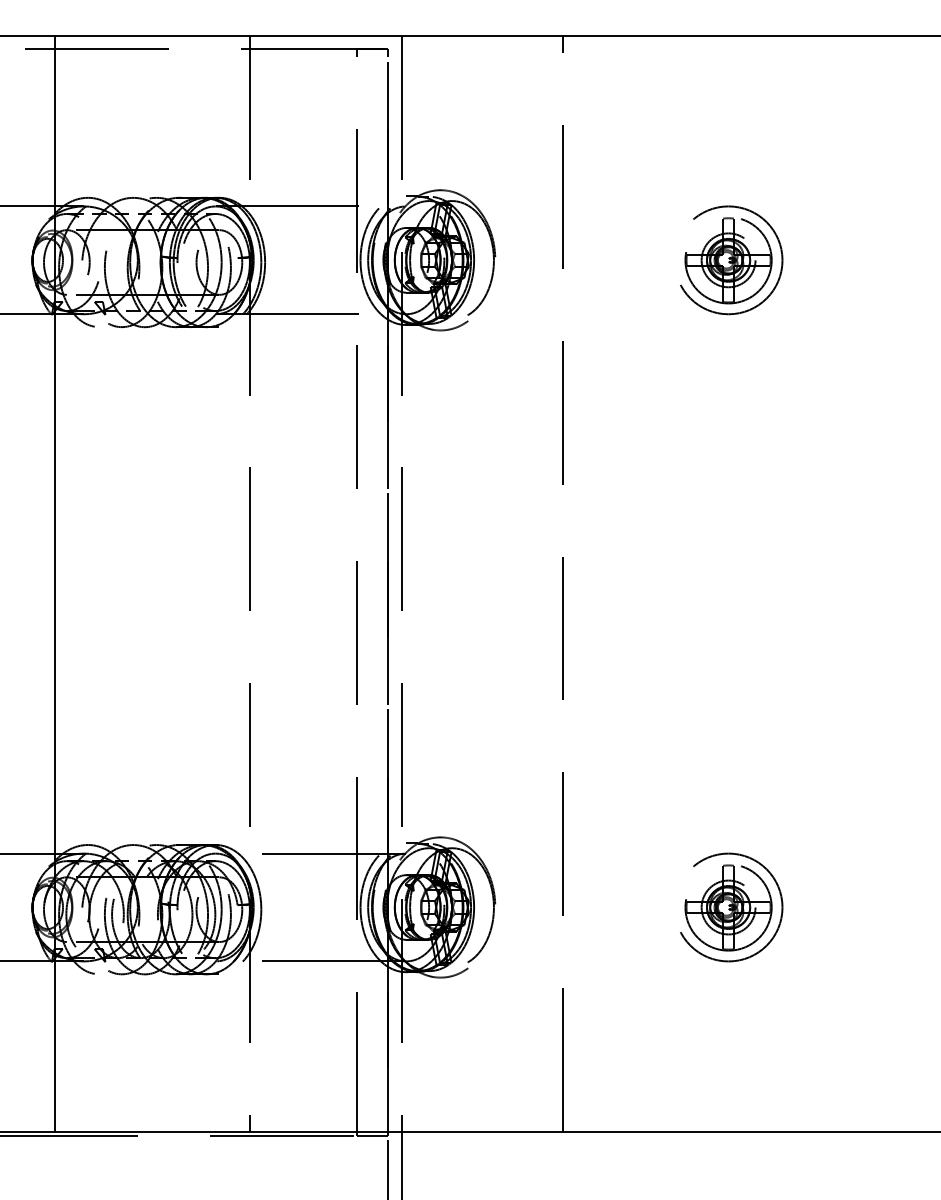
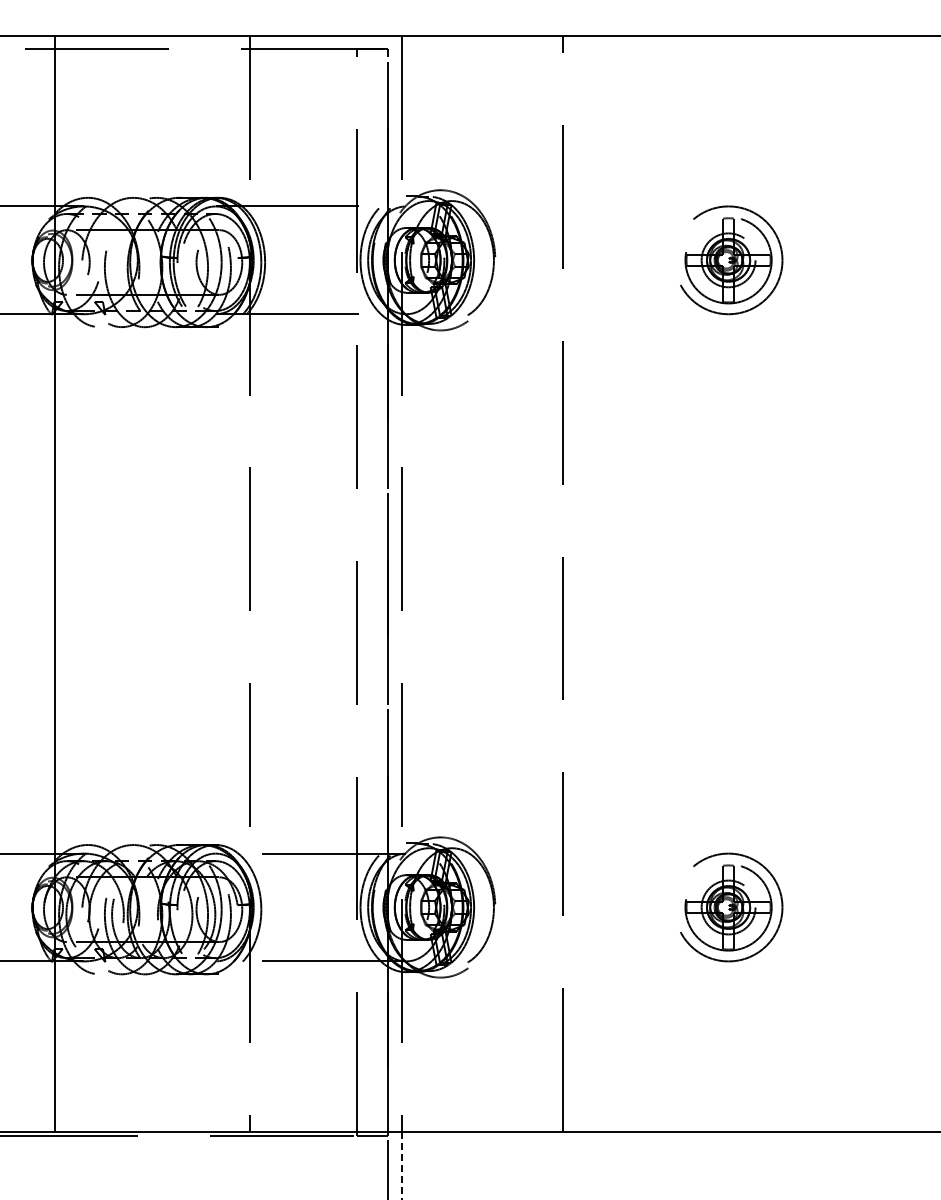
line at (401, 1166): solid -> dashed
